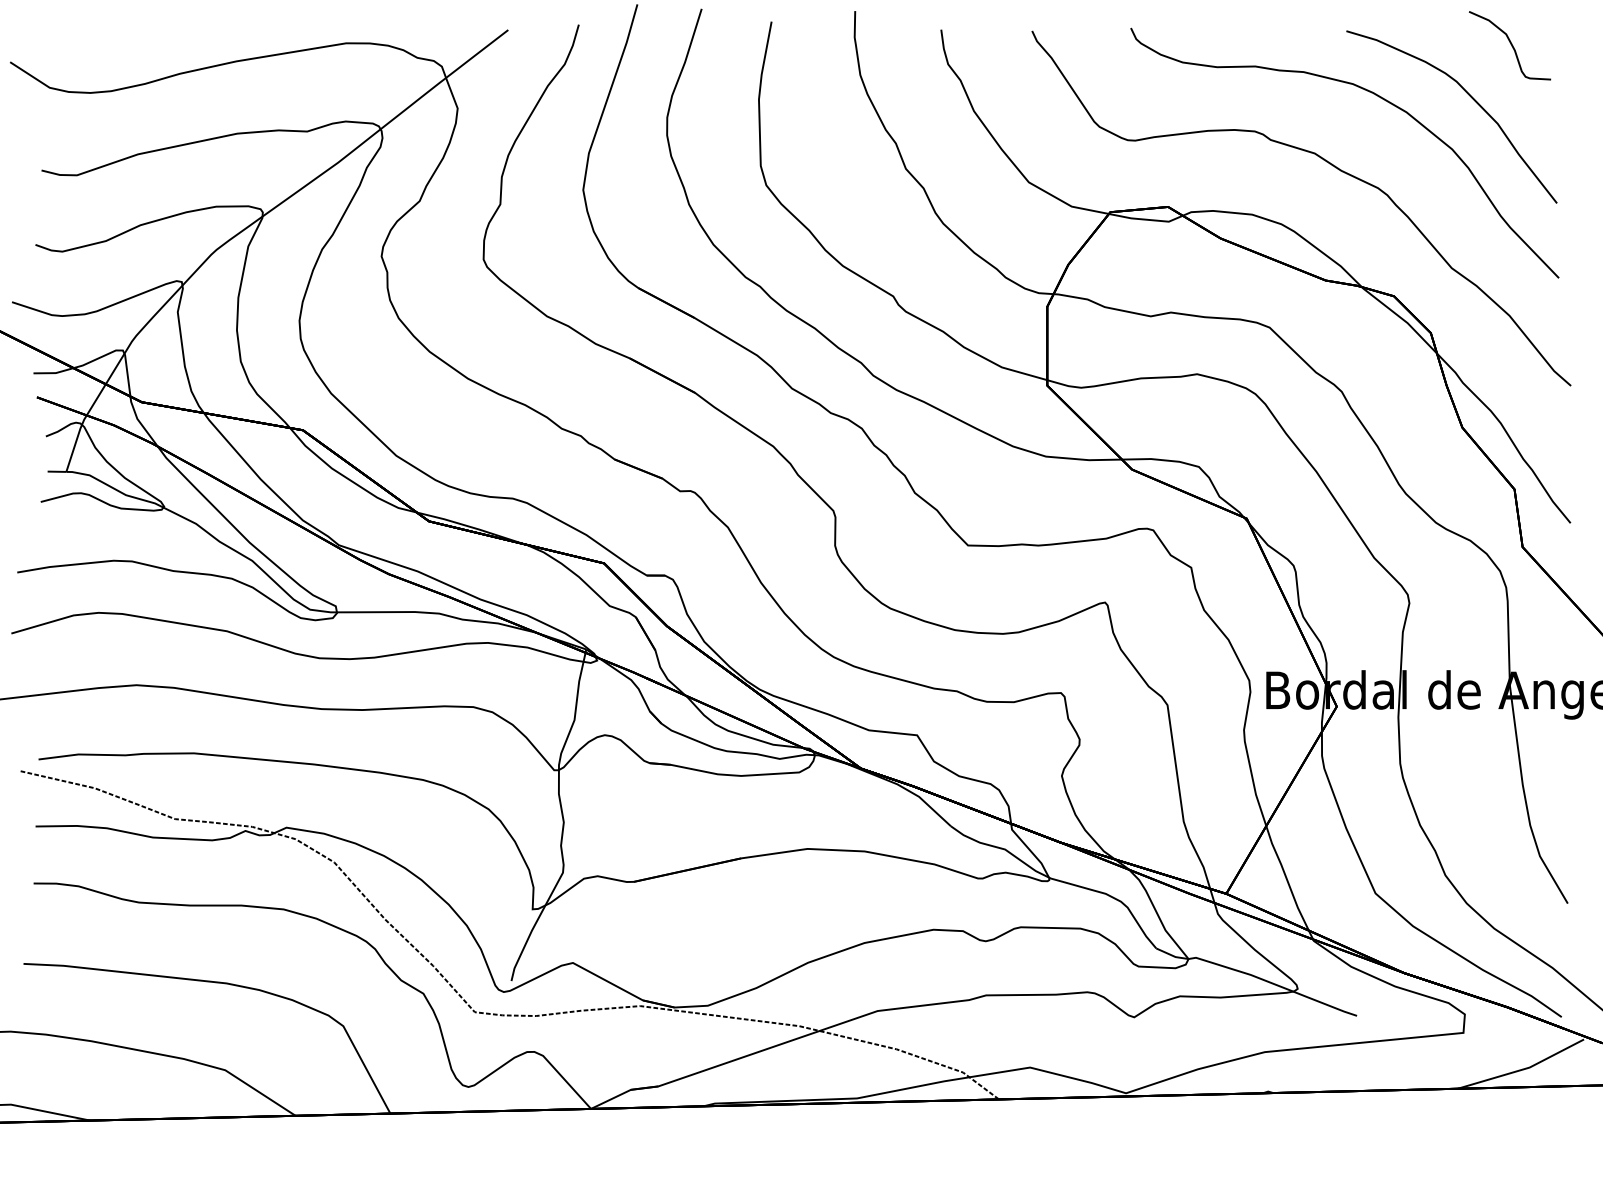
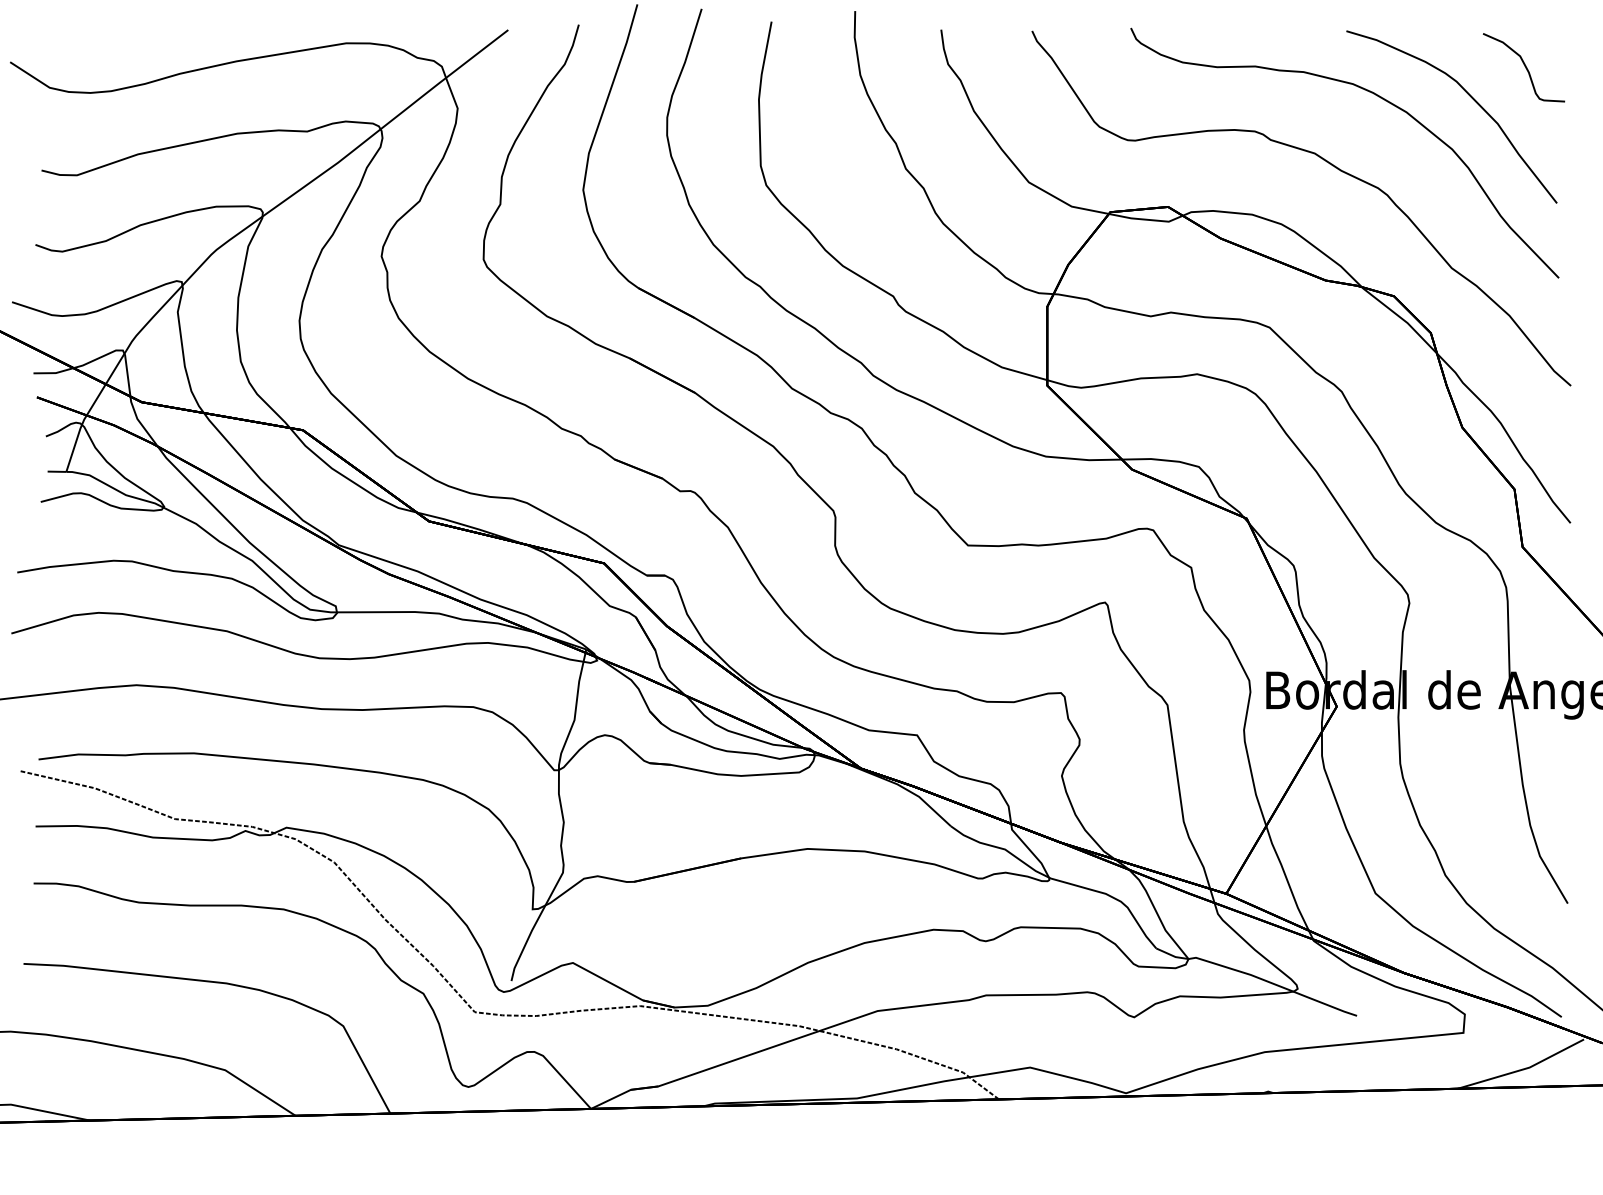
part at (1510, 45) position: (1510, 45) -> (1524, 67)
